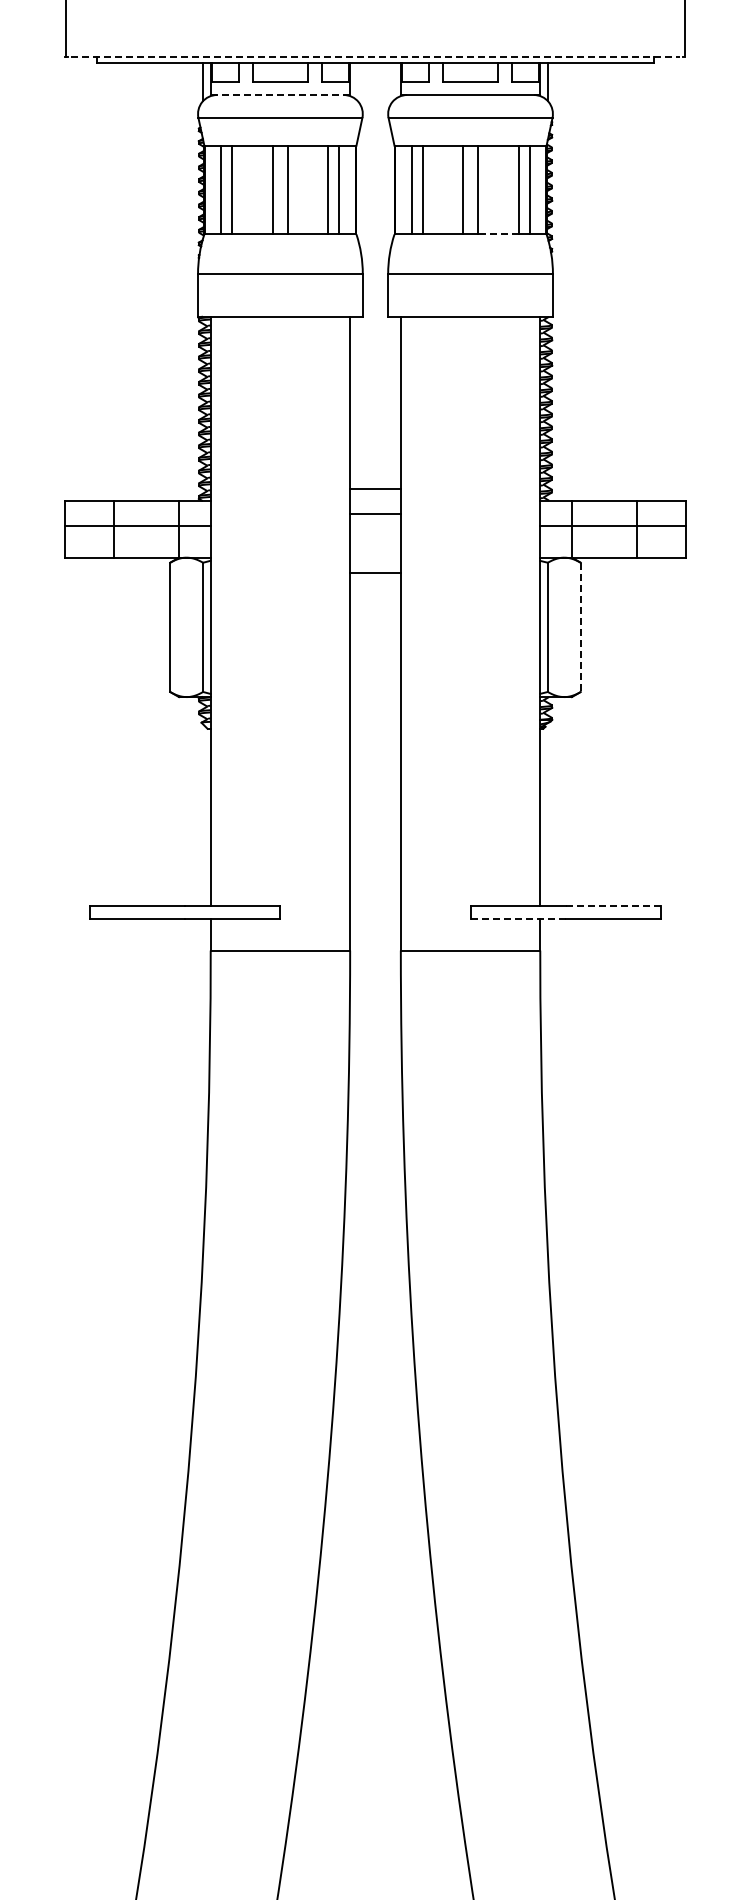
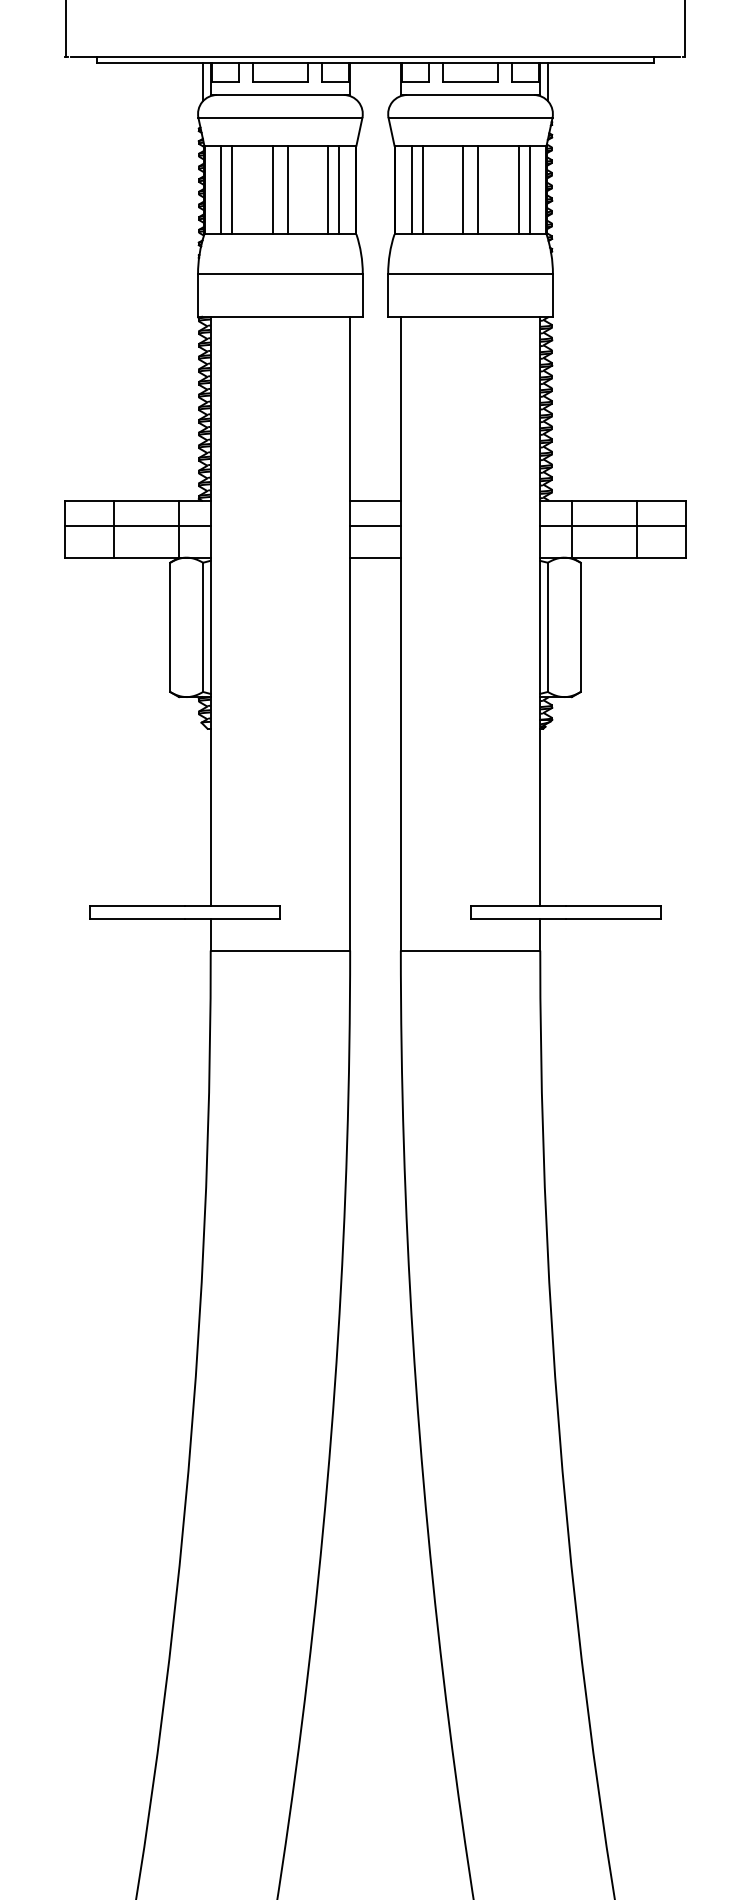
line at (375, 56): dashed -> solid
line at (279, 95): dashed -> solid
line at (497, 234): dashed -> solid
line at (375, 488) position: (375, 488) -> (375, 500)
line at (375, 513) position: (375, 513) -> (375, 525)
line at (375, 572) position: (375, 572) -> (375, 557)
line at (580, 627): dashed -> solid
line at (613, 906): dashed -> solid
line at (518, 918): dashed -> solid
